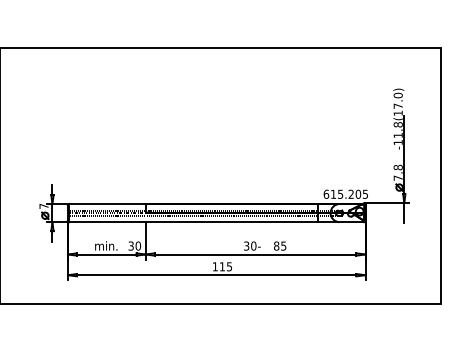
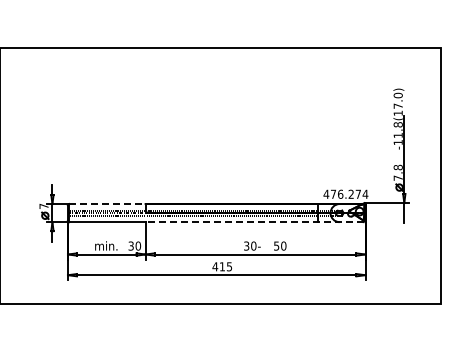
text at (345, 193): 615.205 -> 476.274
line at (107, 204): solid -> dashed
line at (254, 222): solid -> dashed
text at (280, 245): 85 -> 50
text at (215, 266): 115 -> 415
